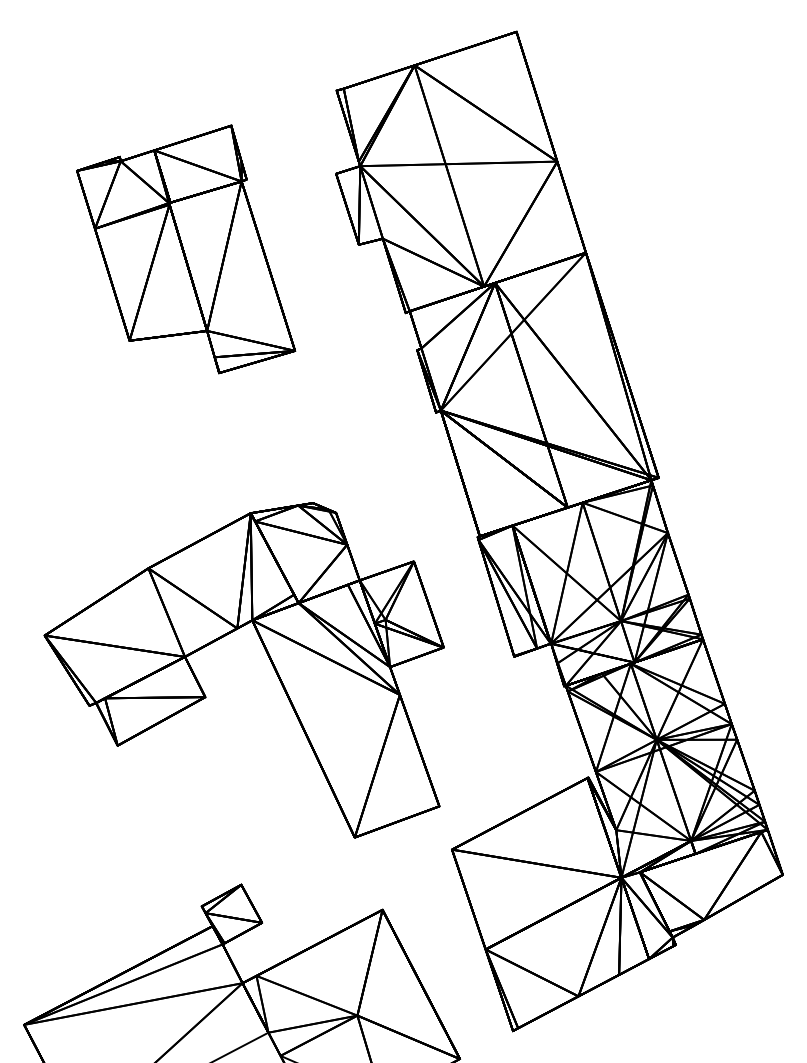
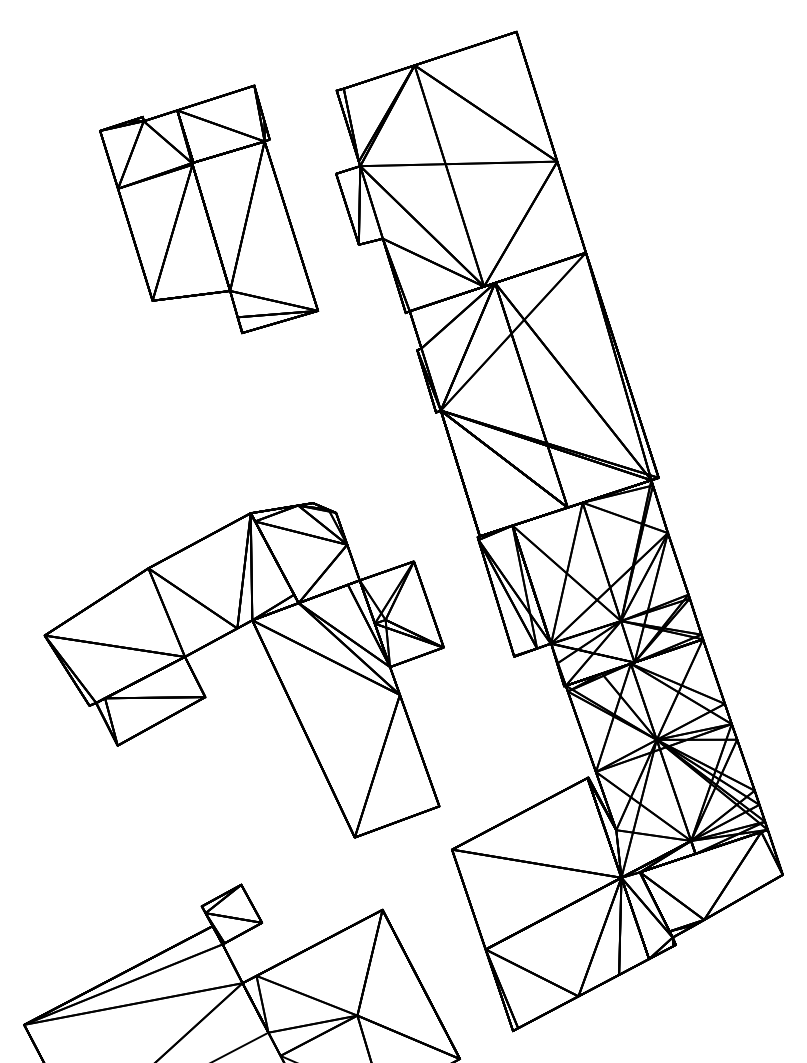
part at (186, 249) position: (186, 249) -> (209, 209)
